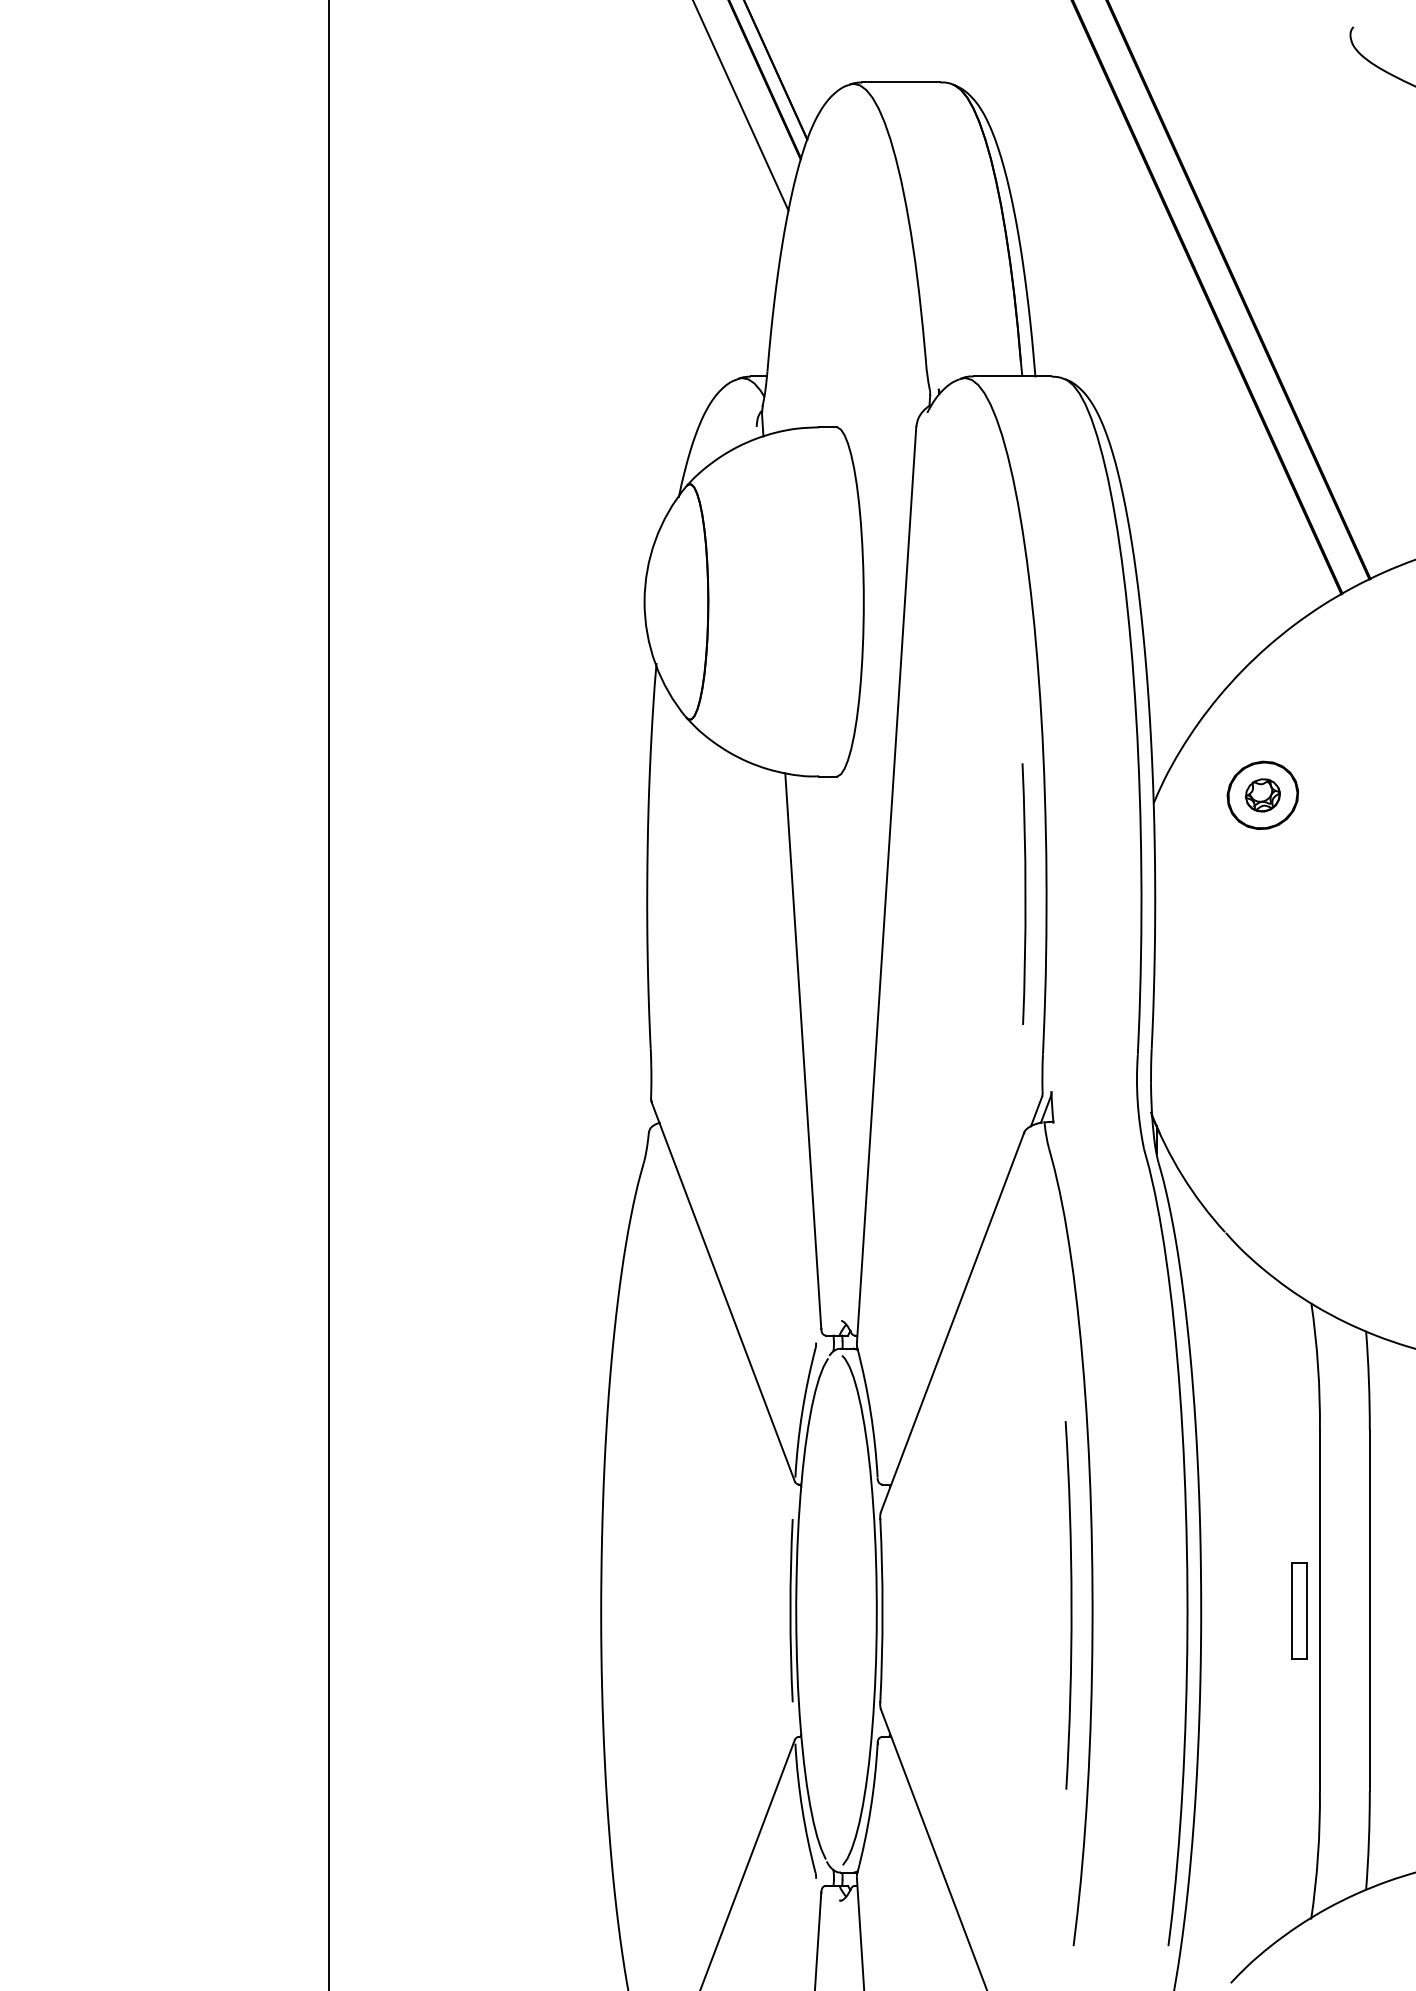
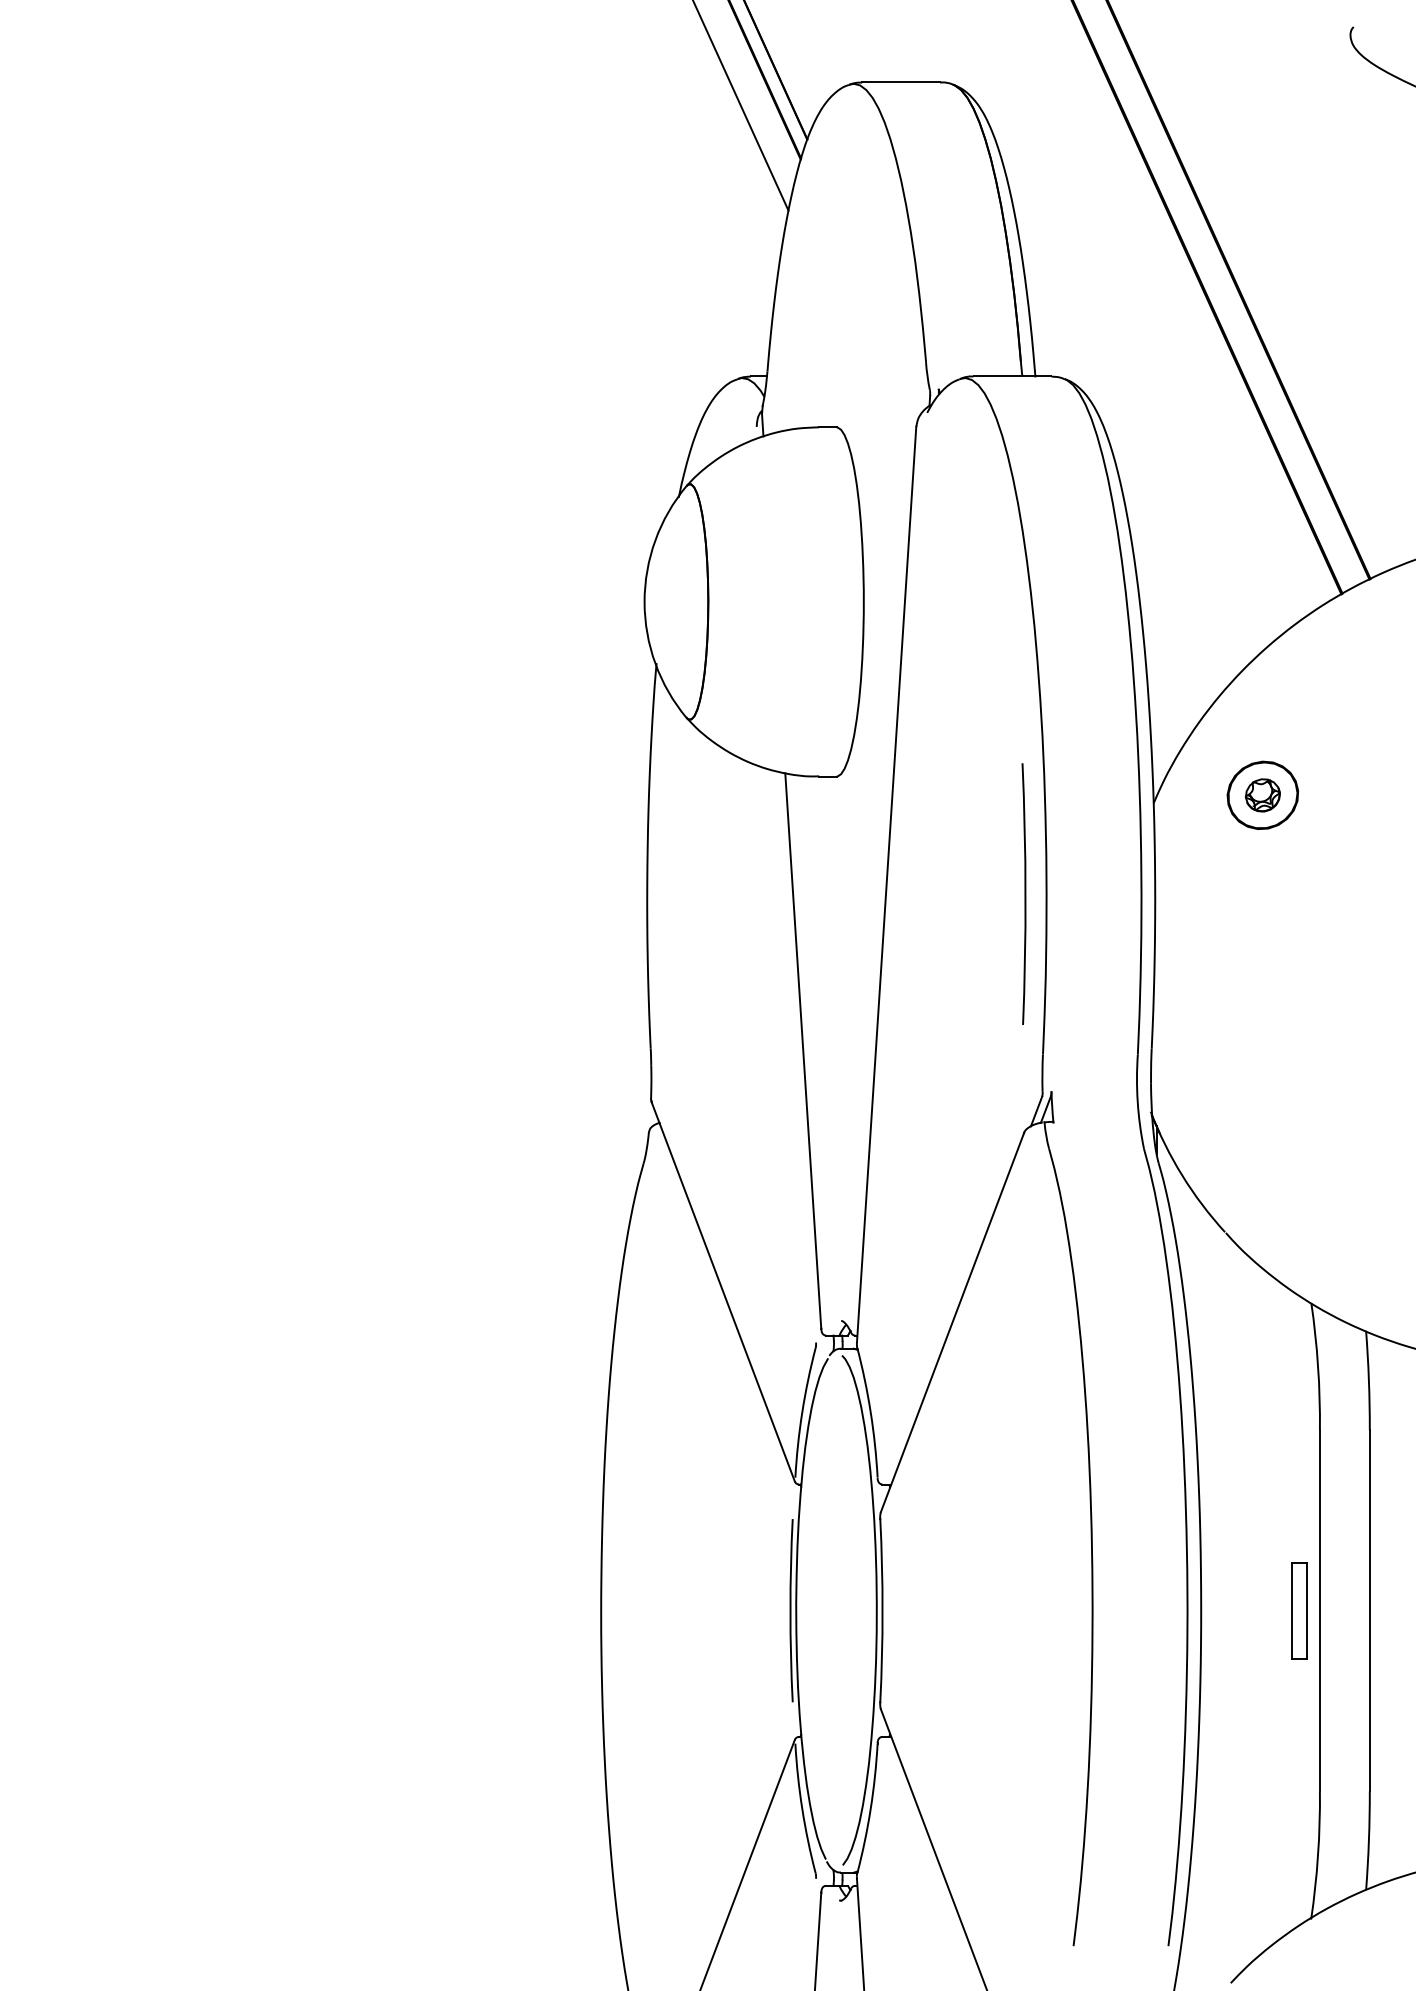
line at (328, 994): present -> none
arc at (1070, 1605): present -> none
